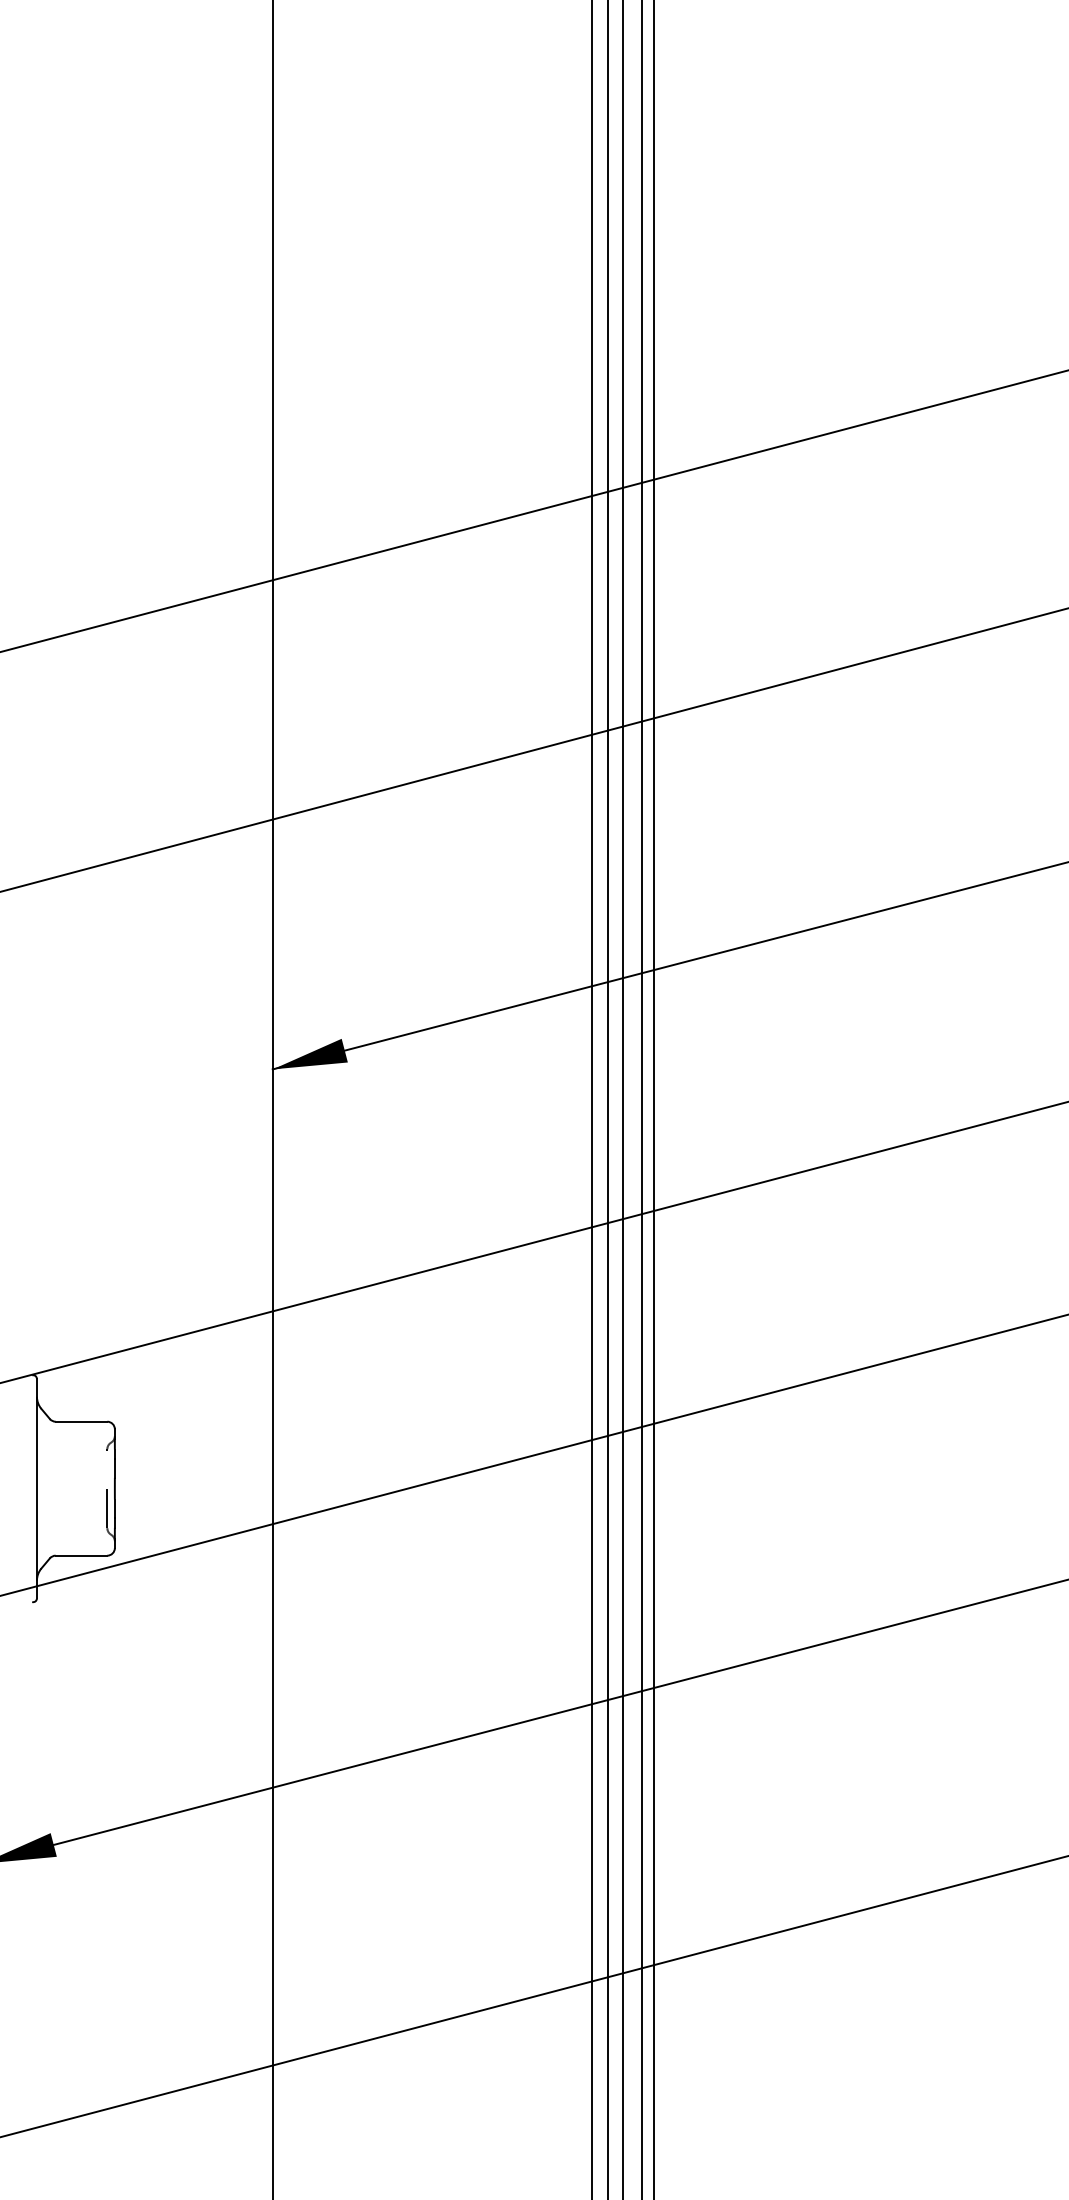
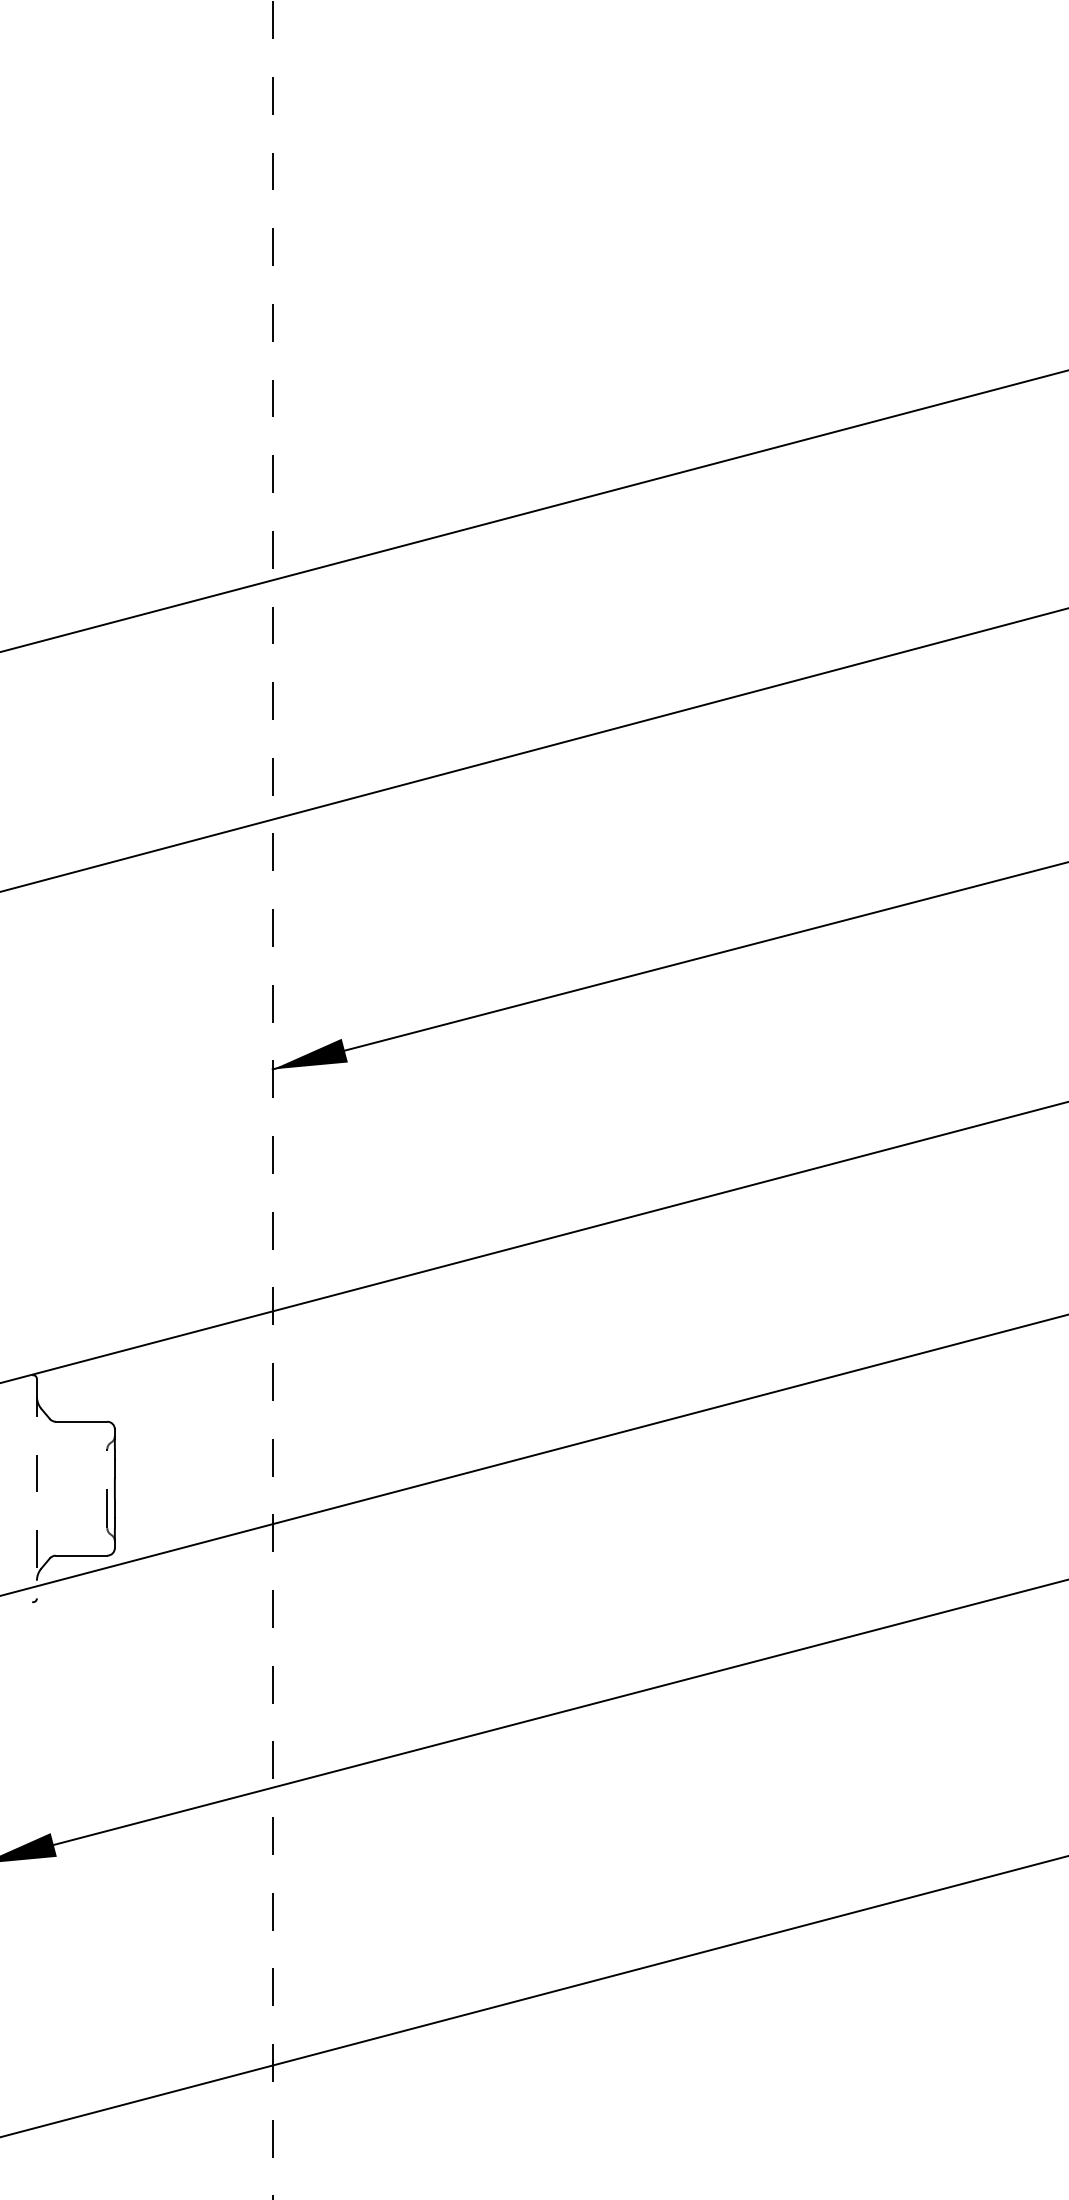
line at (592, 1099): present -> none
line at (607, 1099): present -> none
line at (622, 1099): present -> none
line at (641, 1099): present -> none
line at (653, 1099): present -> none
line at (272, 1100): solid -> dashed
line at (36, 1488): solid -> dashed
